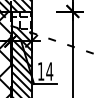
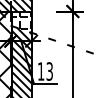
text at (49, 71): 14 -> 13
